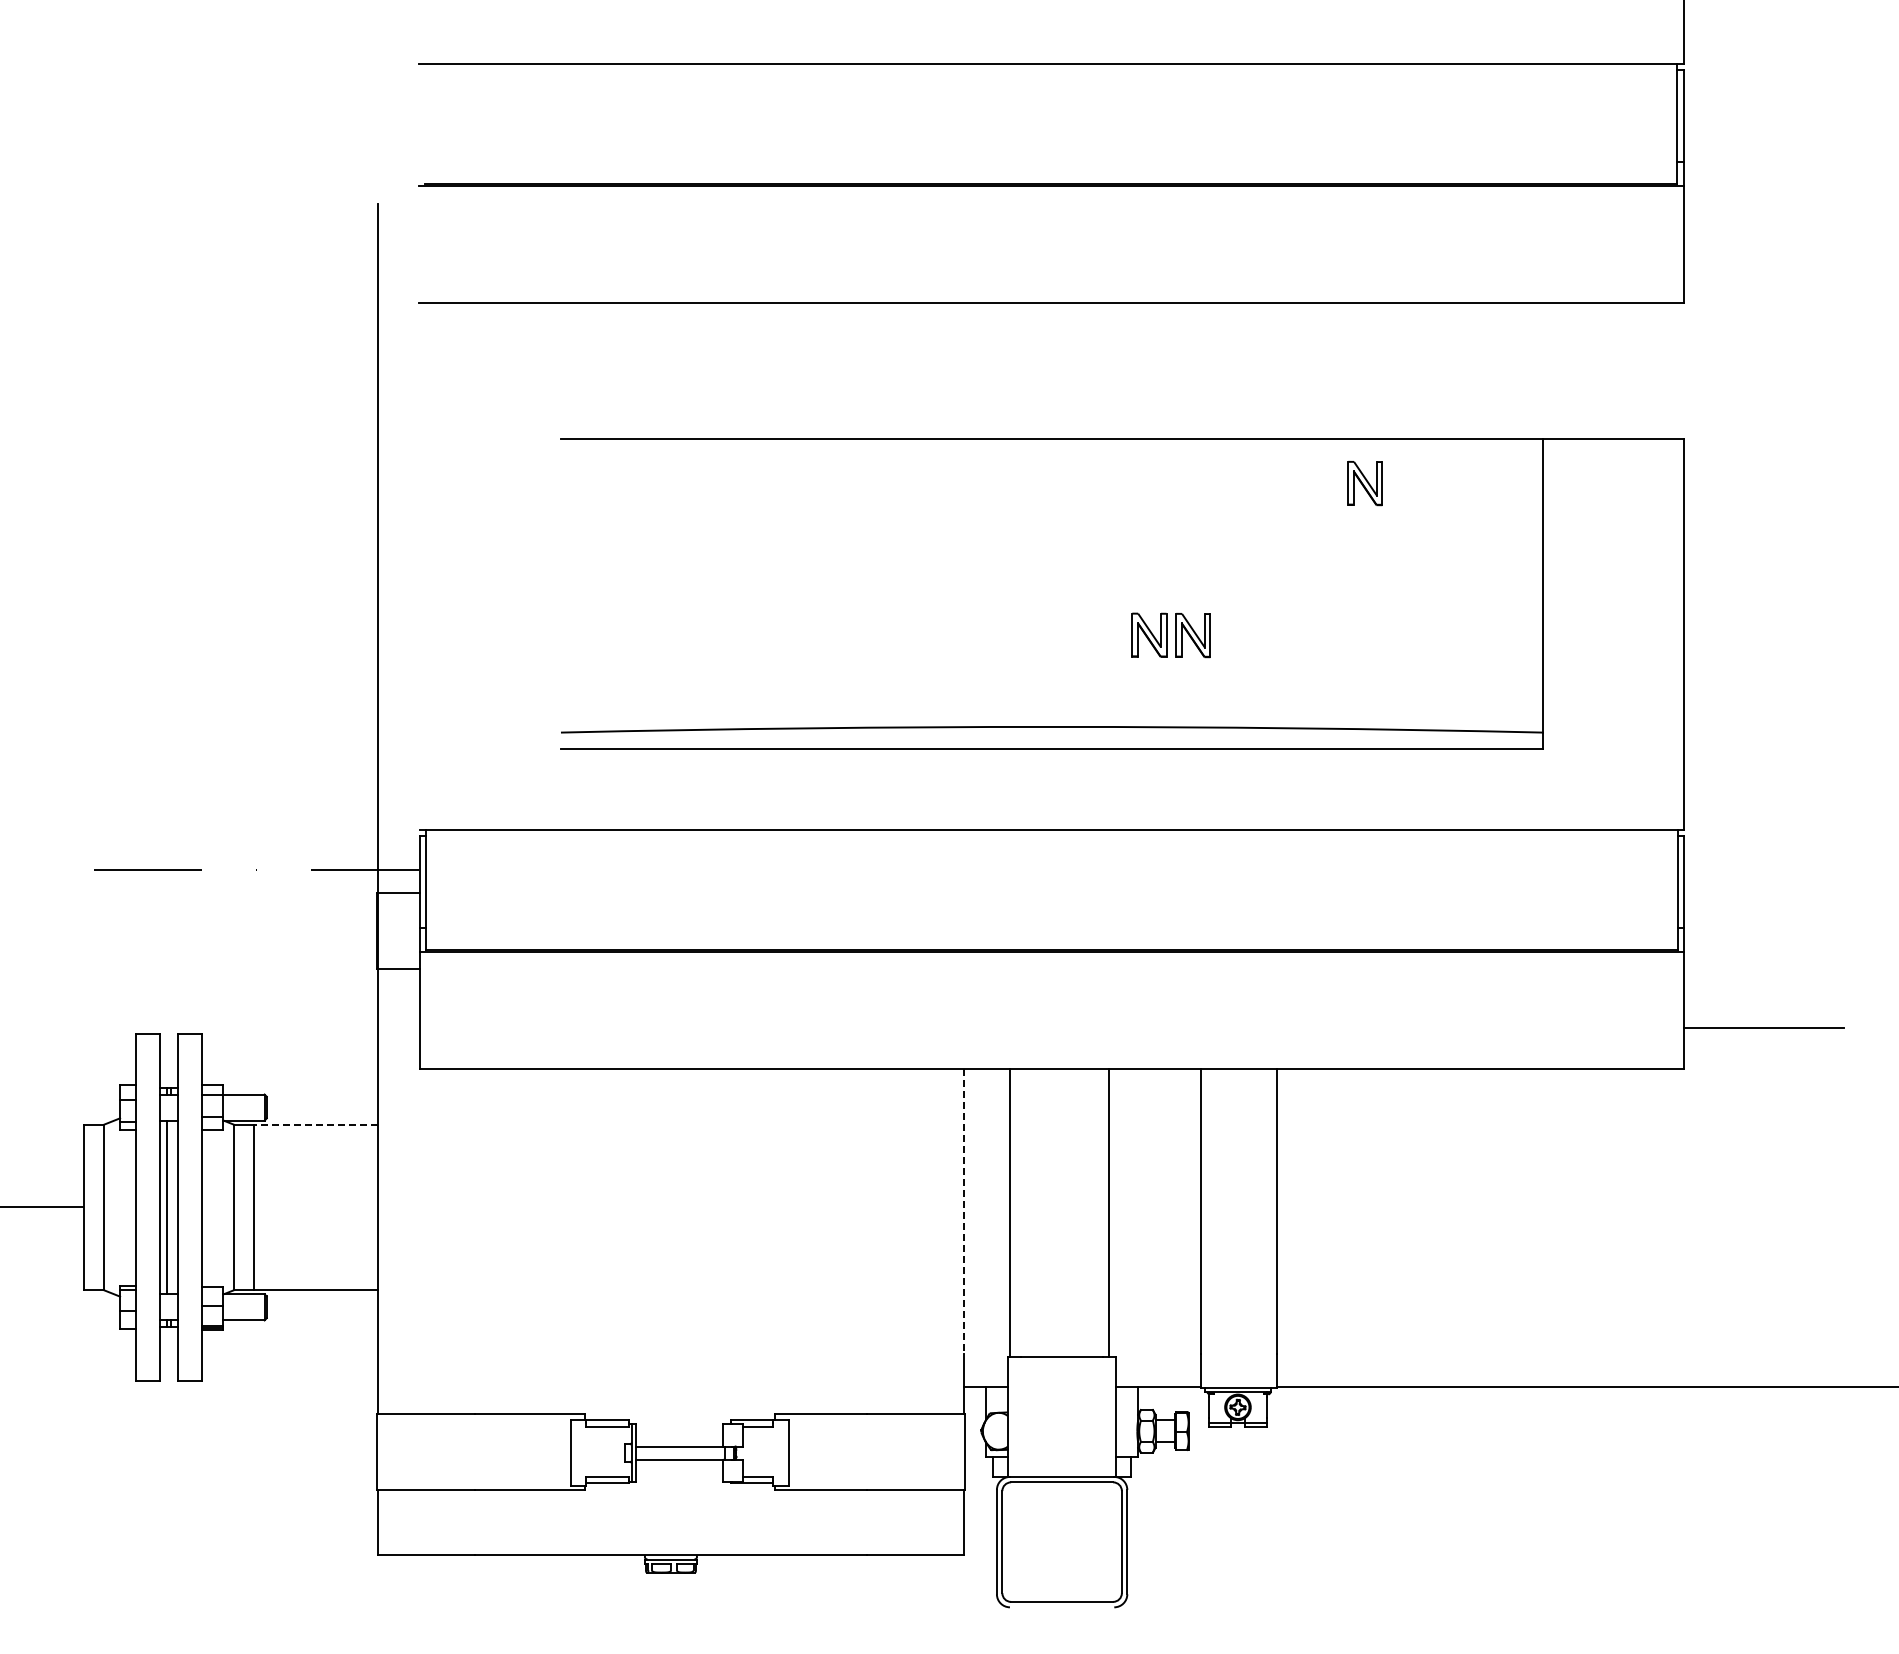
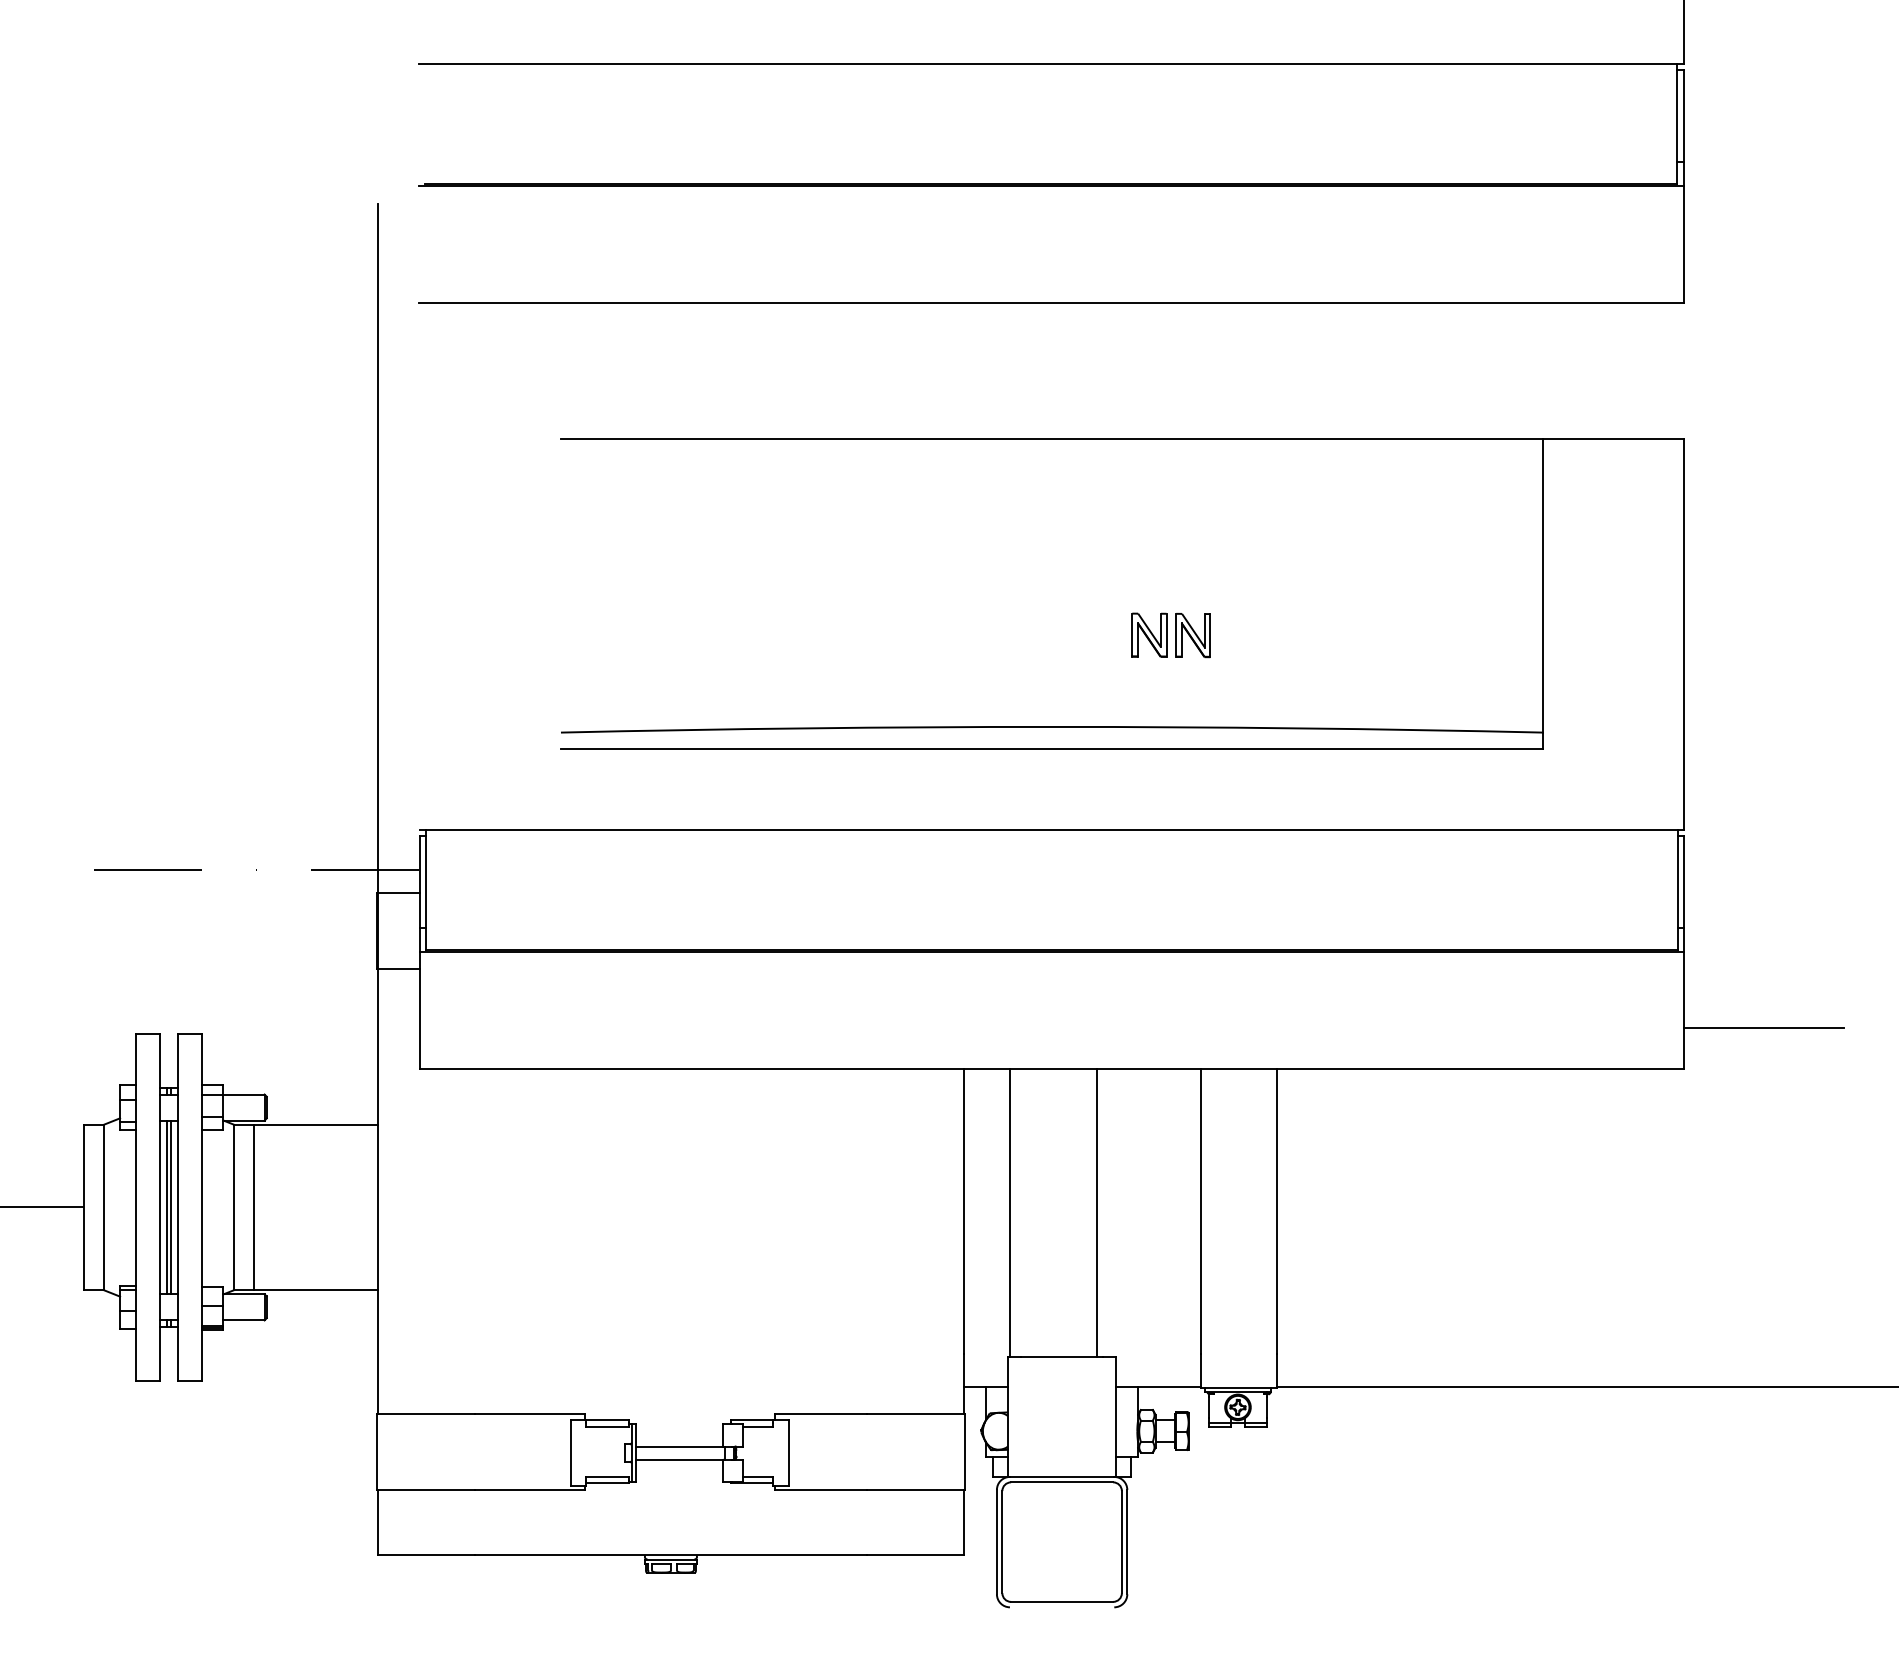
part at (1364, 483): present -> none
line at (315, 1124): dashed -> solid
line at (171, 1207): none -> present
line at (964, 1212): dashed -> solid
line at (1108, 1213) position: (1108, 1213) -> (1096, 1213)
